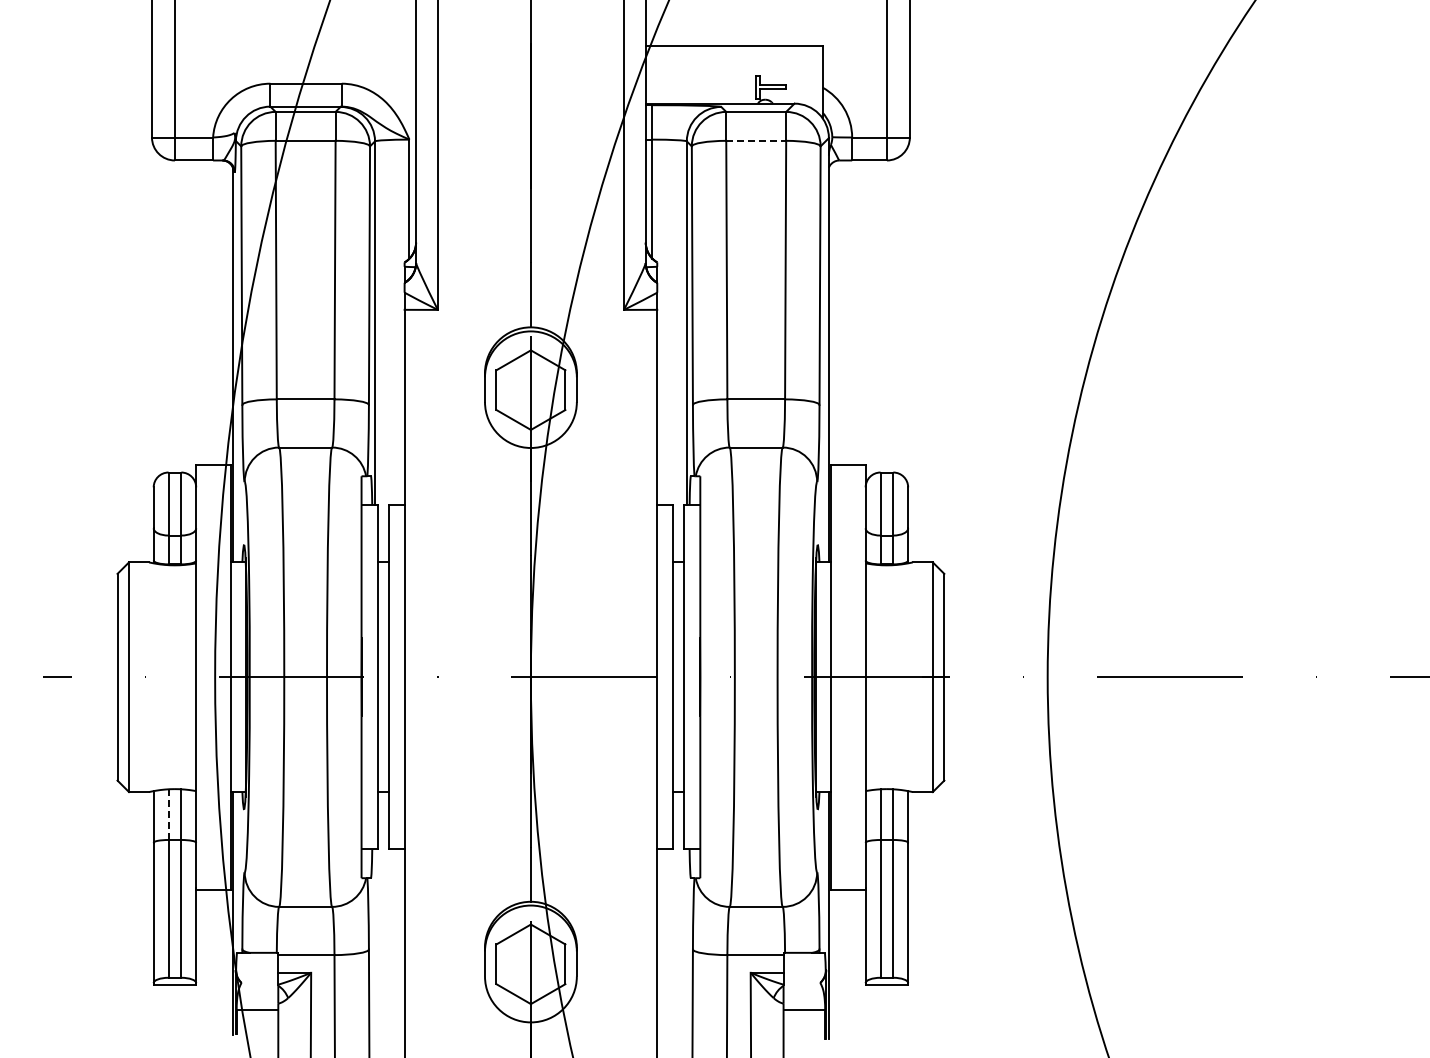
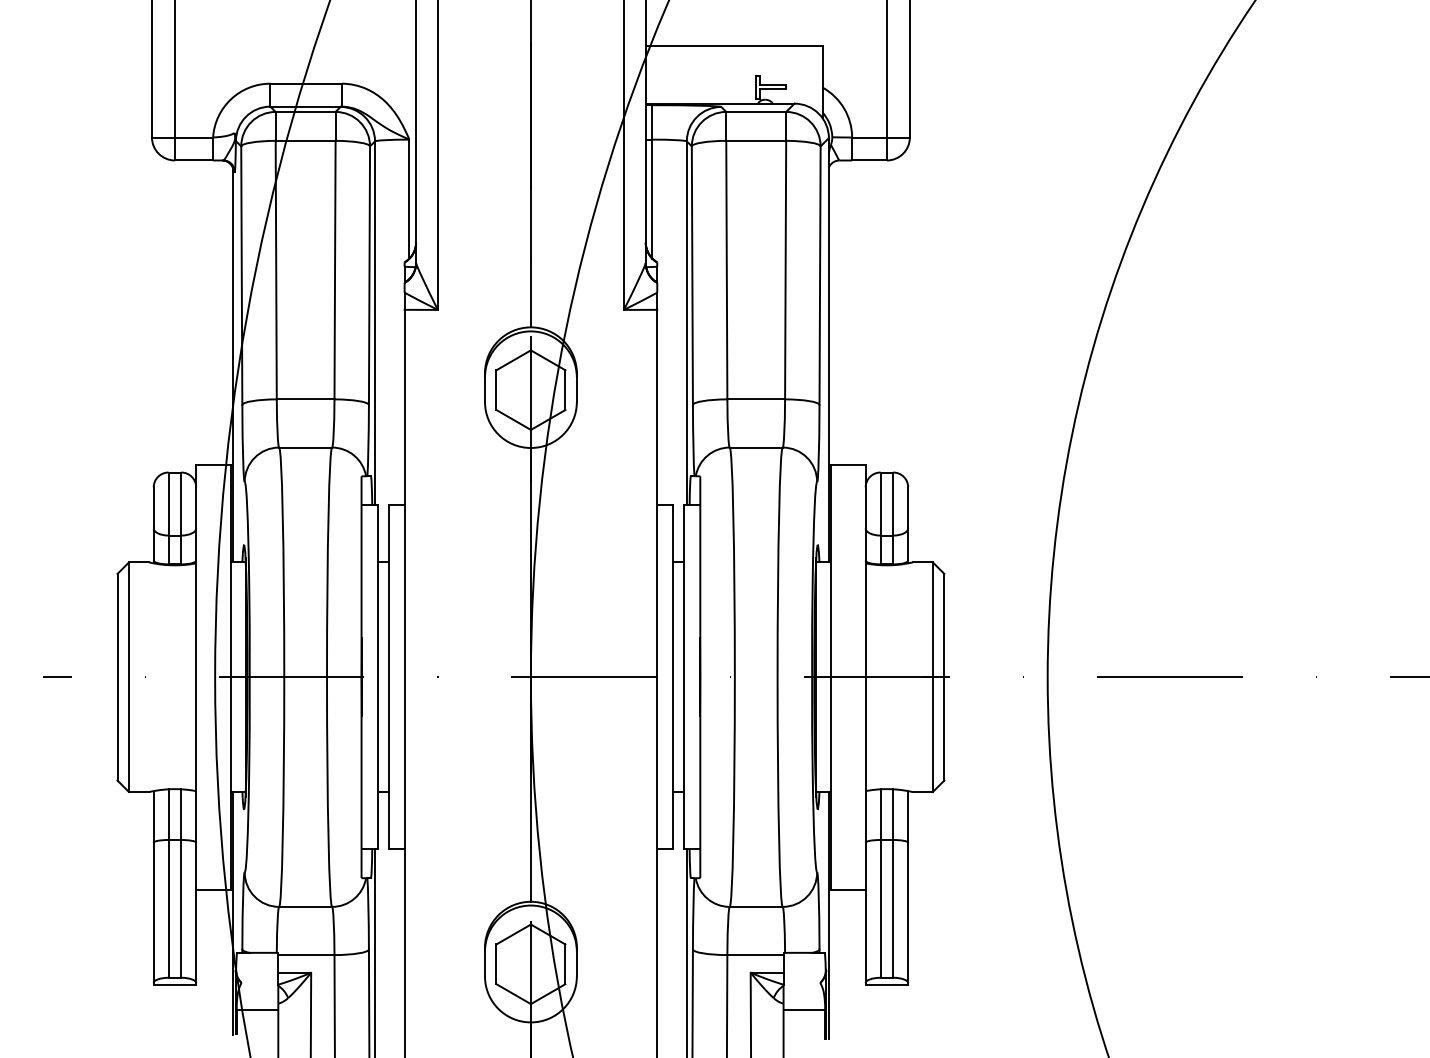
line at (756, 140): dashed -> solid
line at (168, 814): dashed -> solid
line at (375, 951): none -> present
line at (686, 951): none -> present
